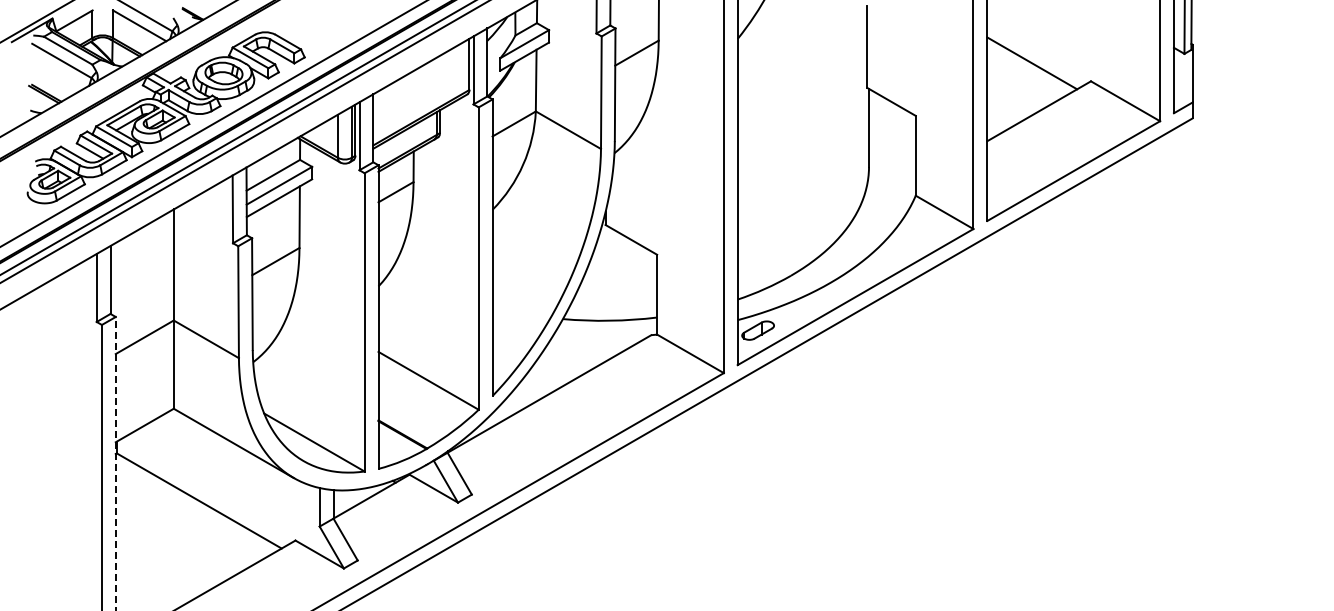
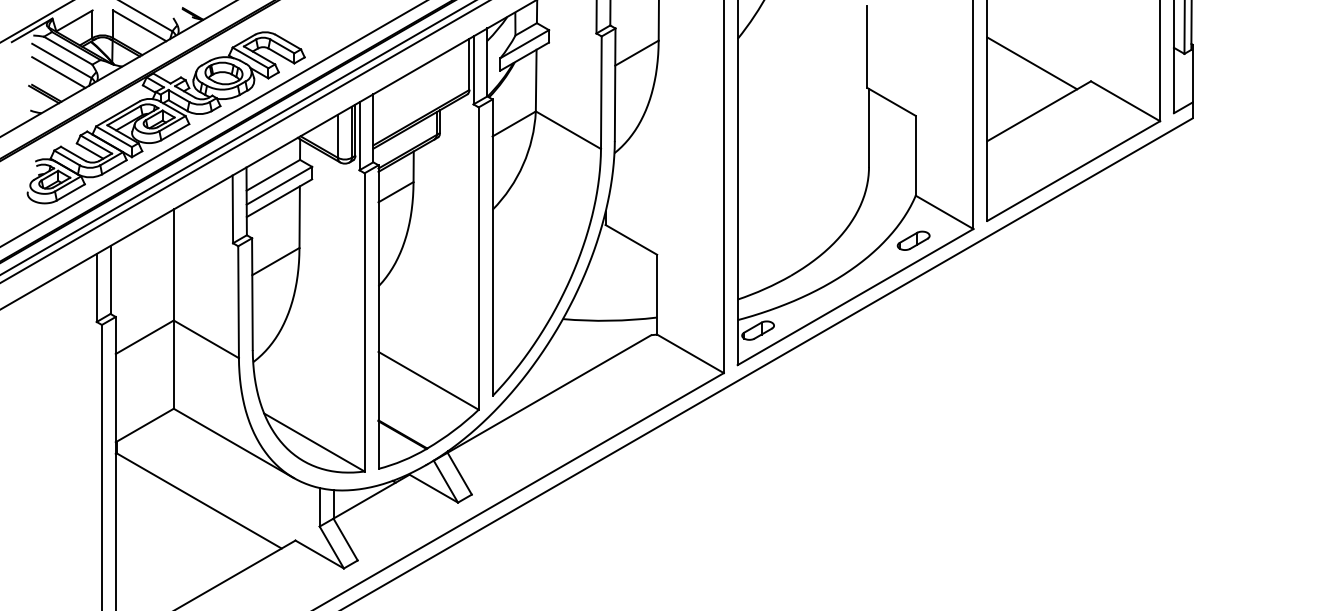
line at (58, 72): none -> present
part at (913, 240): none -> present
line at (115, 463): dashed -> solid
